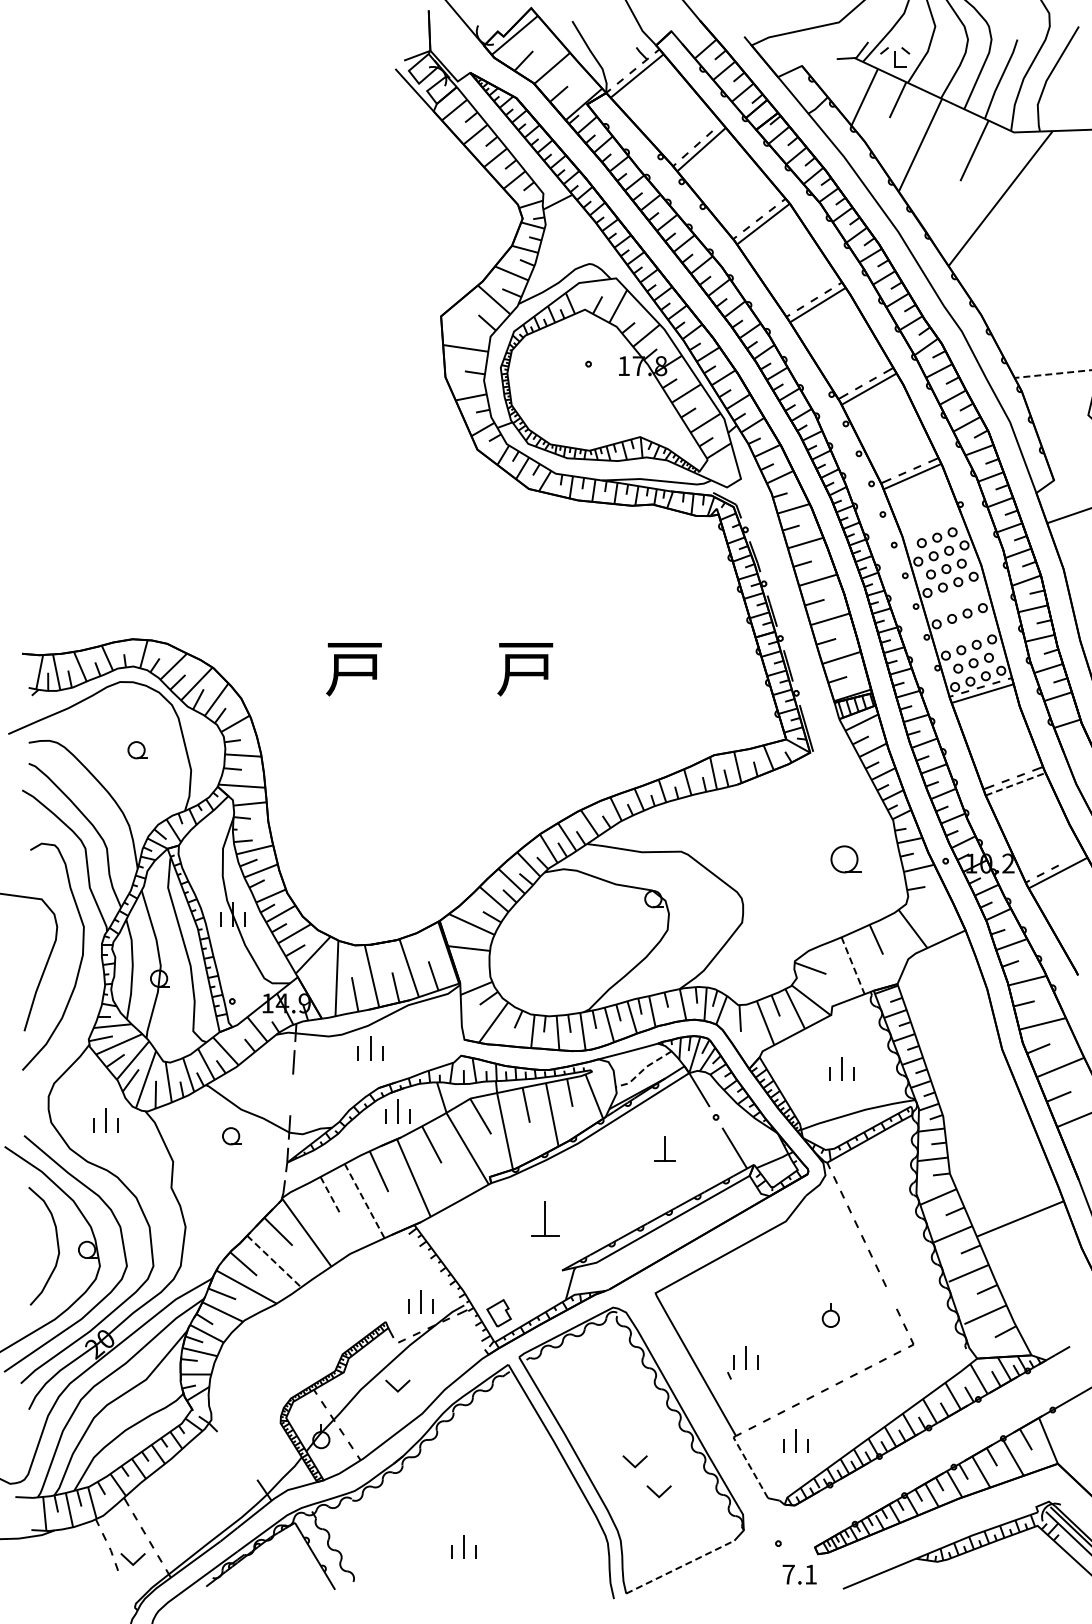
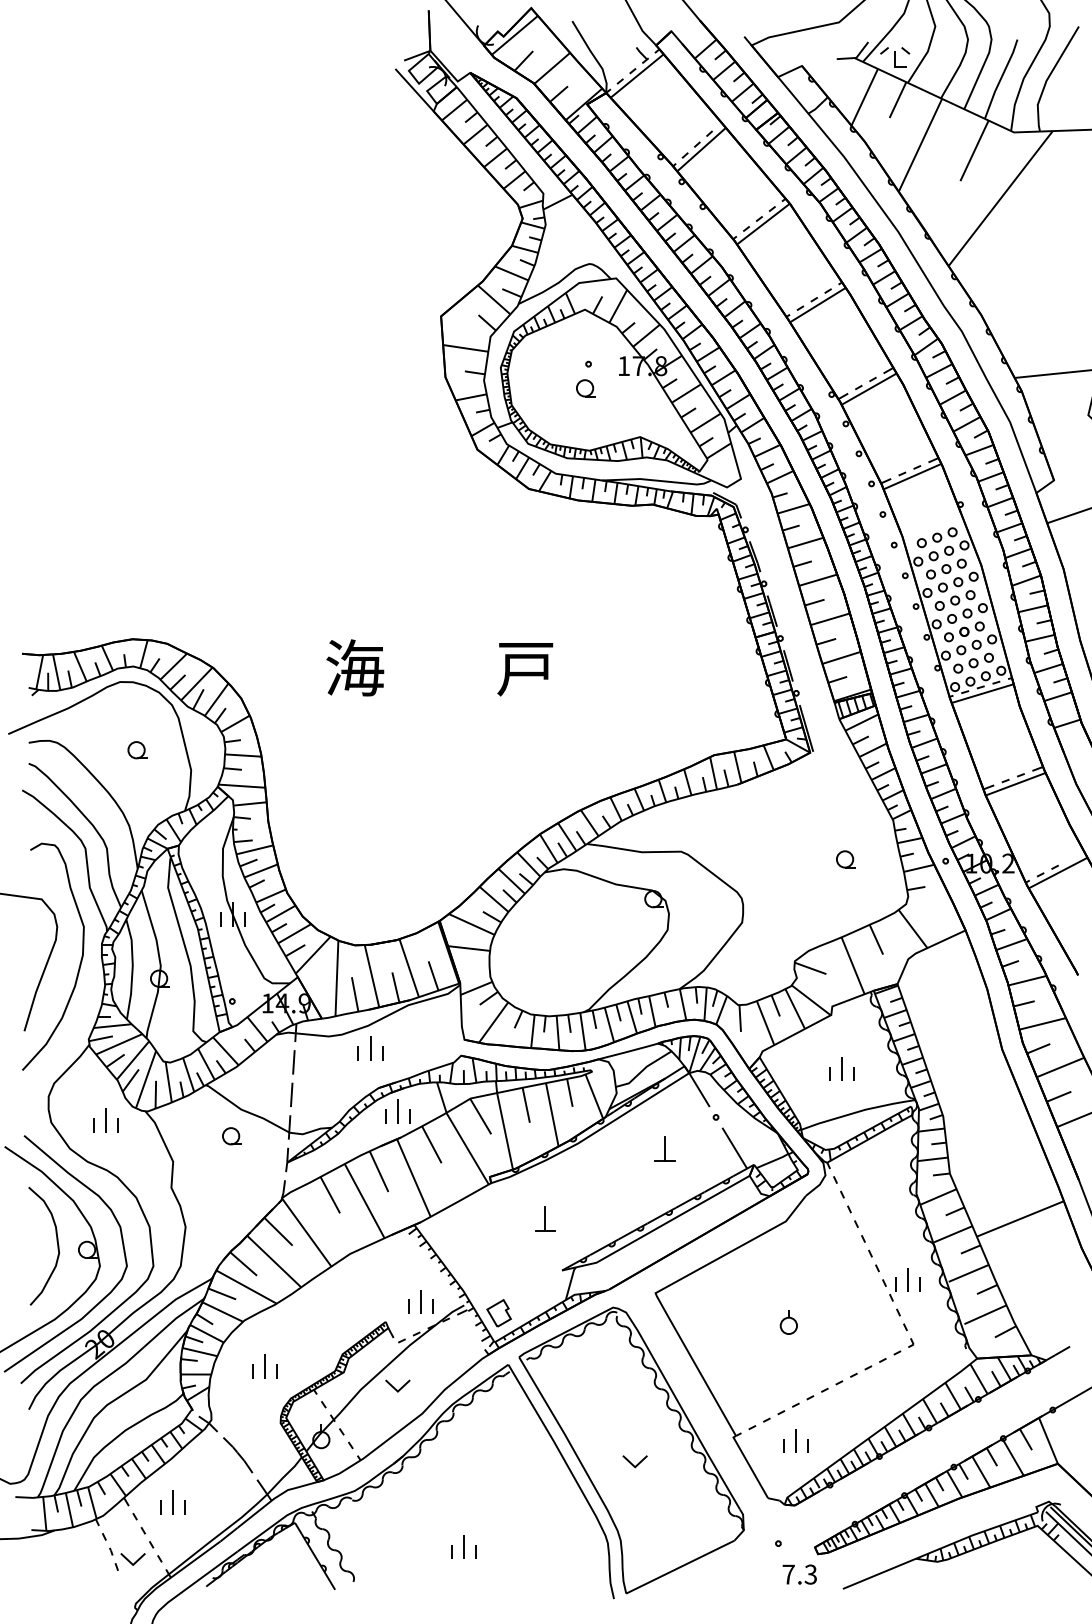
line at (1052, 374): dashed -> solid
part at (585, 388): none -> present
part at (954, 600): none -> present
part at (964, 631): none -> present
text at (355, 667): 戸 -> 海
line at (1015, 784): dashed -> solid
part at (845, 859) size: 32x29 px -> 20x19 px
line at (853, 965): dashed -> solid
line at (643, 1069): dashed -> solid
line at (291, 1094): none -> present
line at (330, 1195): dashed -> solid
line at (364, 1201): dashed -> solid
part at (545, 1218) size: 29x36 px -> 21x26 px
line at (274, 1261): dashed -> solid
part at (830, 1315) position: (830, 1315) -> (788, 1322)
part at (742, 1362) position: (742, 1362) -> (904, 1284)
part at (264, 1366): none -> present
part at (238, 1455): none -> present
line at (749, 1466): dashed -> solid
part at (658, 1491): present -> none
part at (172, 1502): none -> present
line at (680, 1566): dashed -> solid
text at (810, 1574): 7.1 -> 7.3
